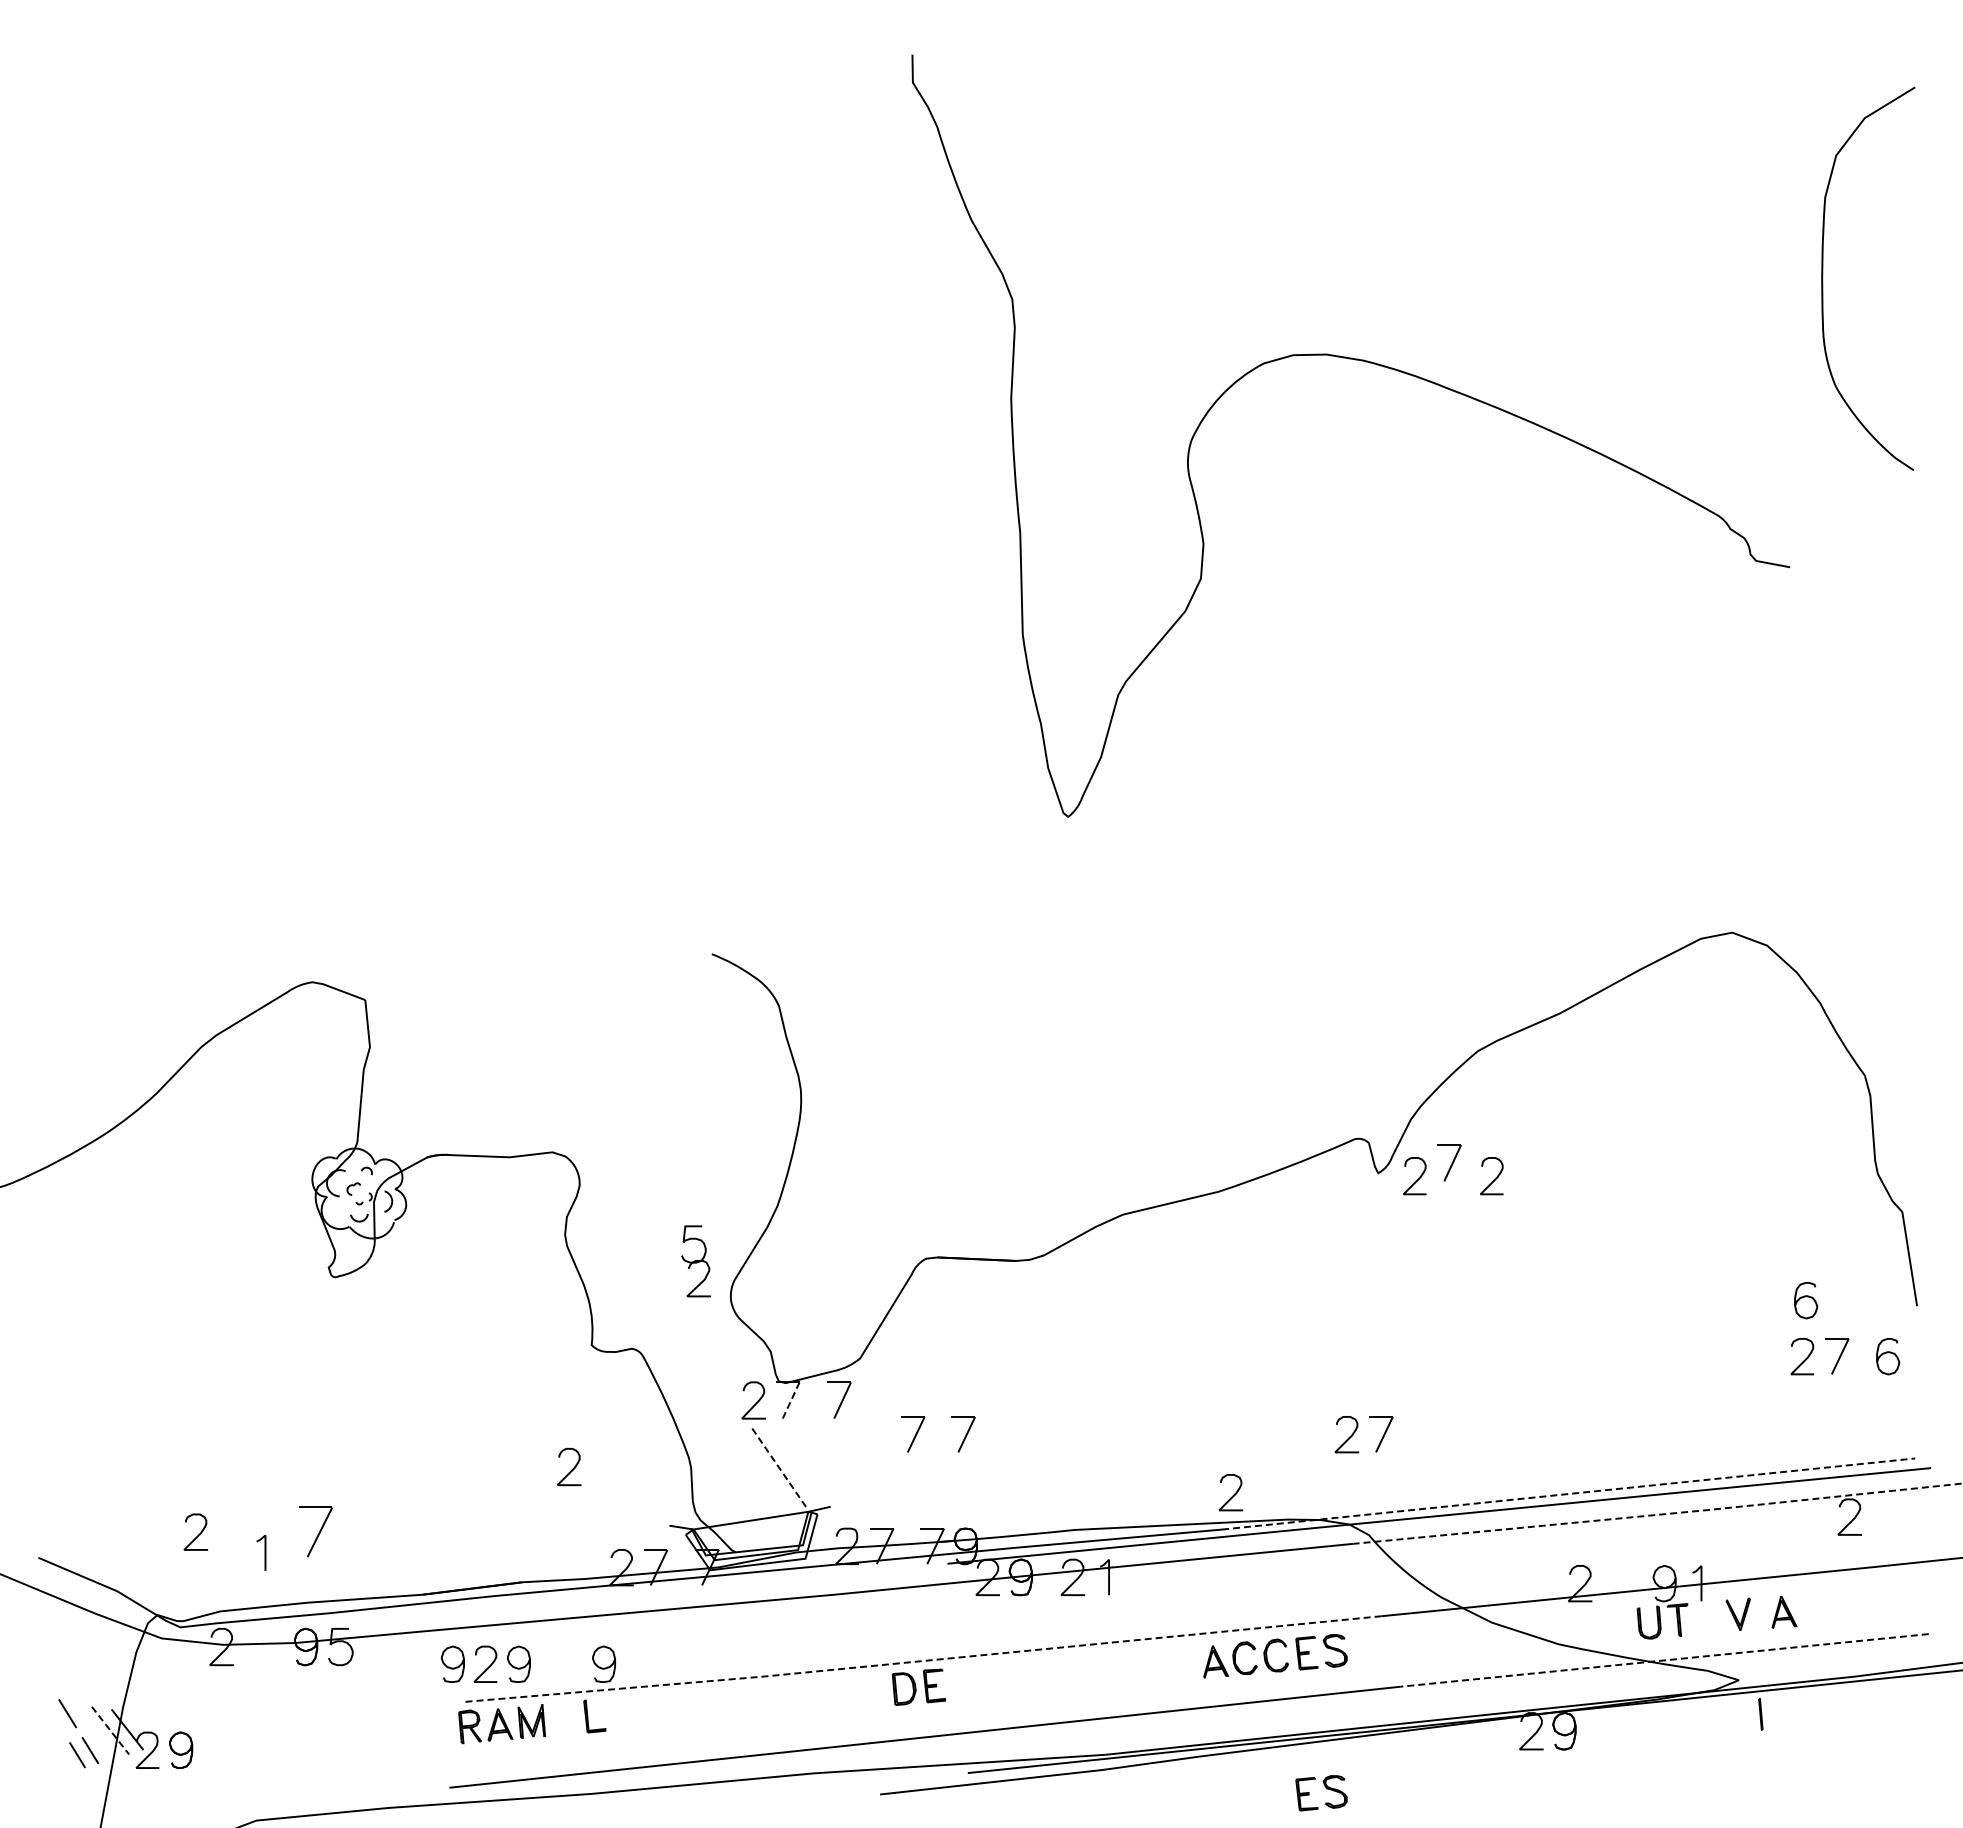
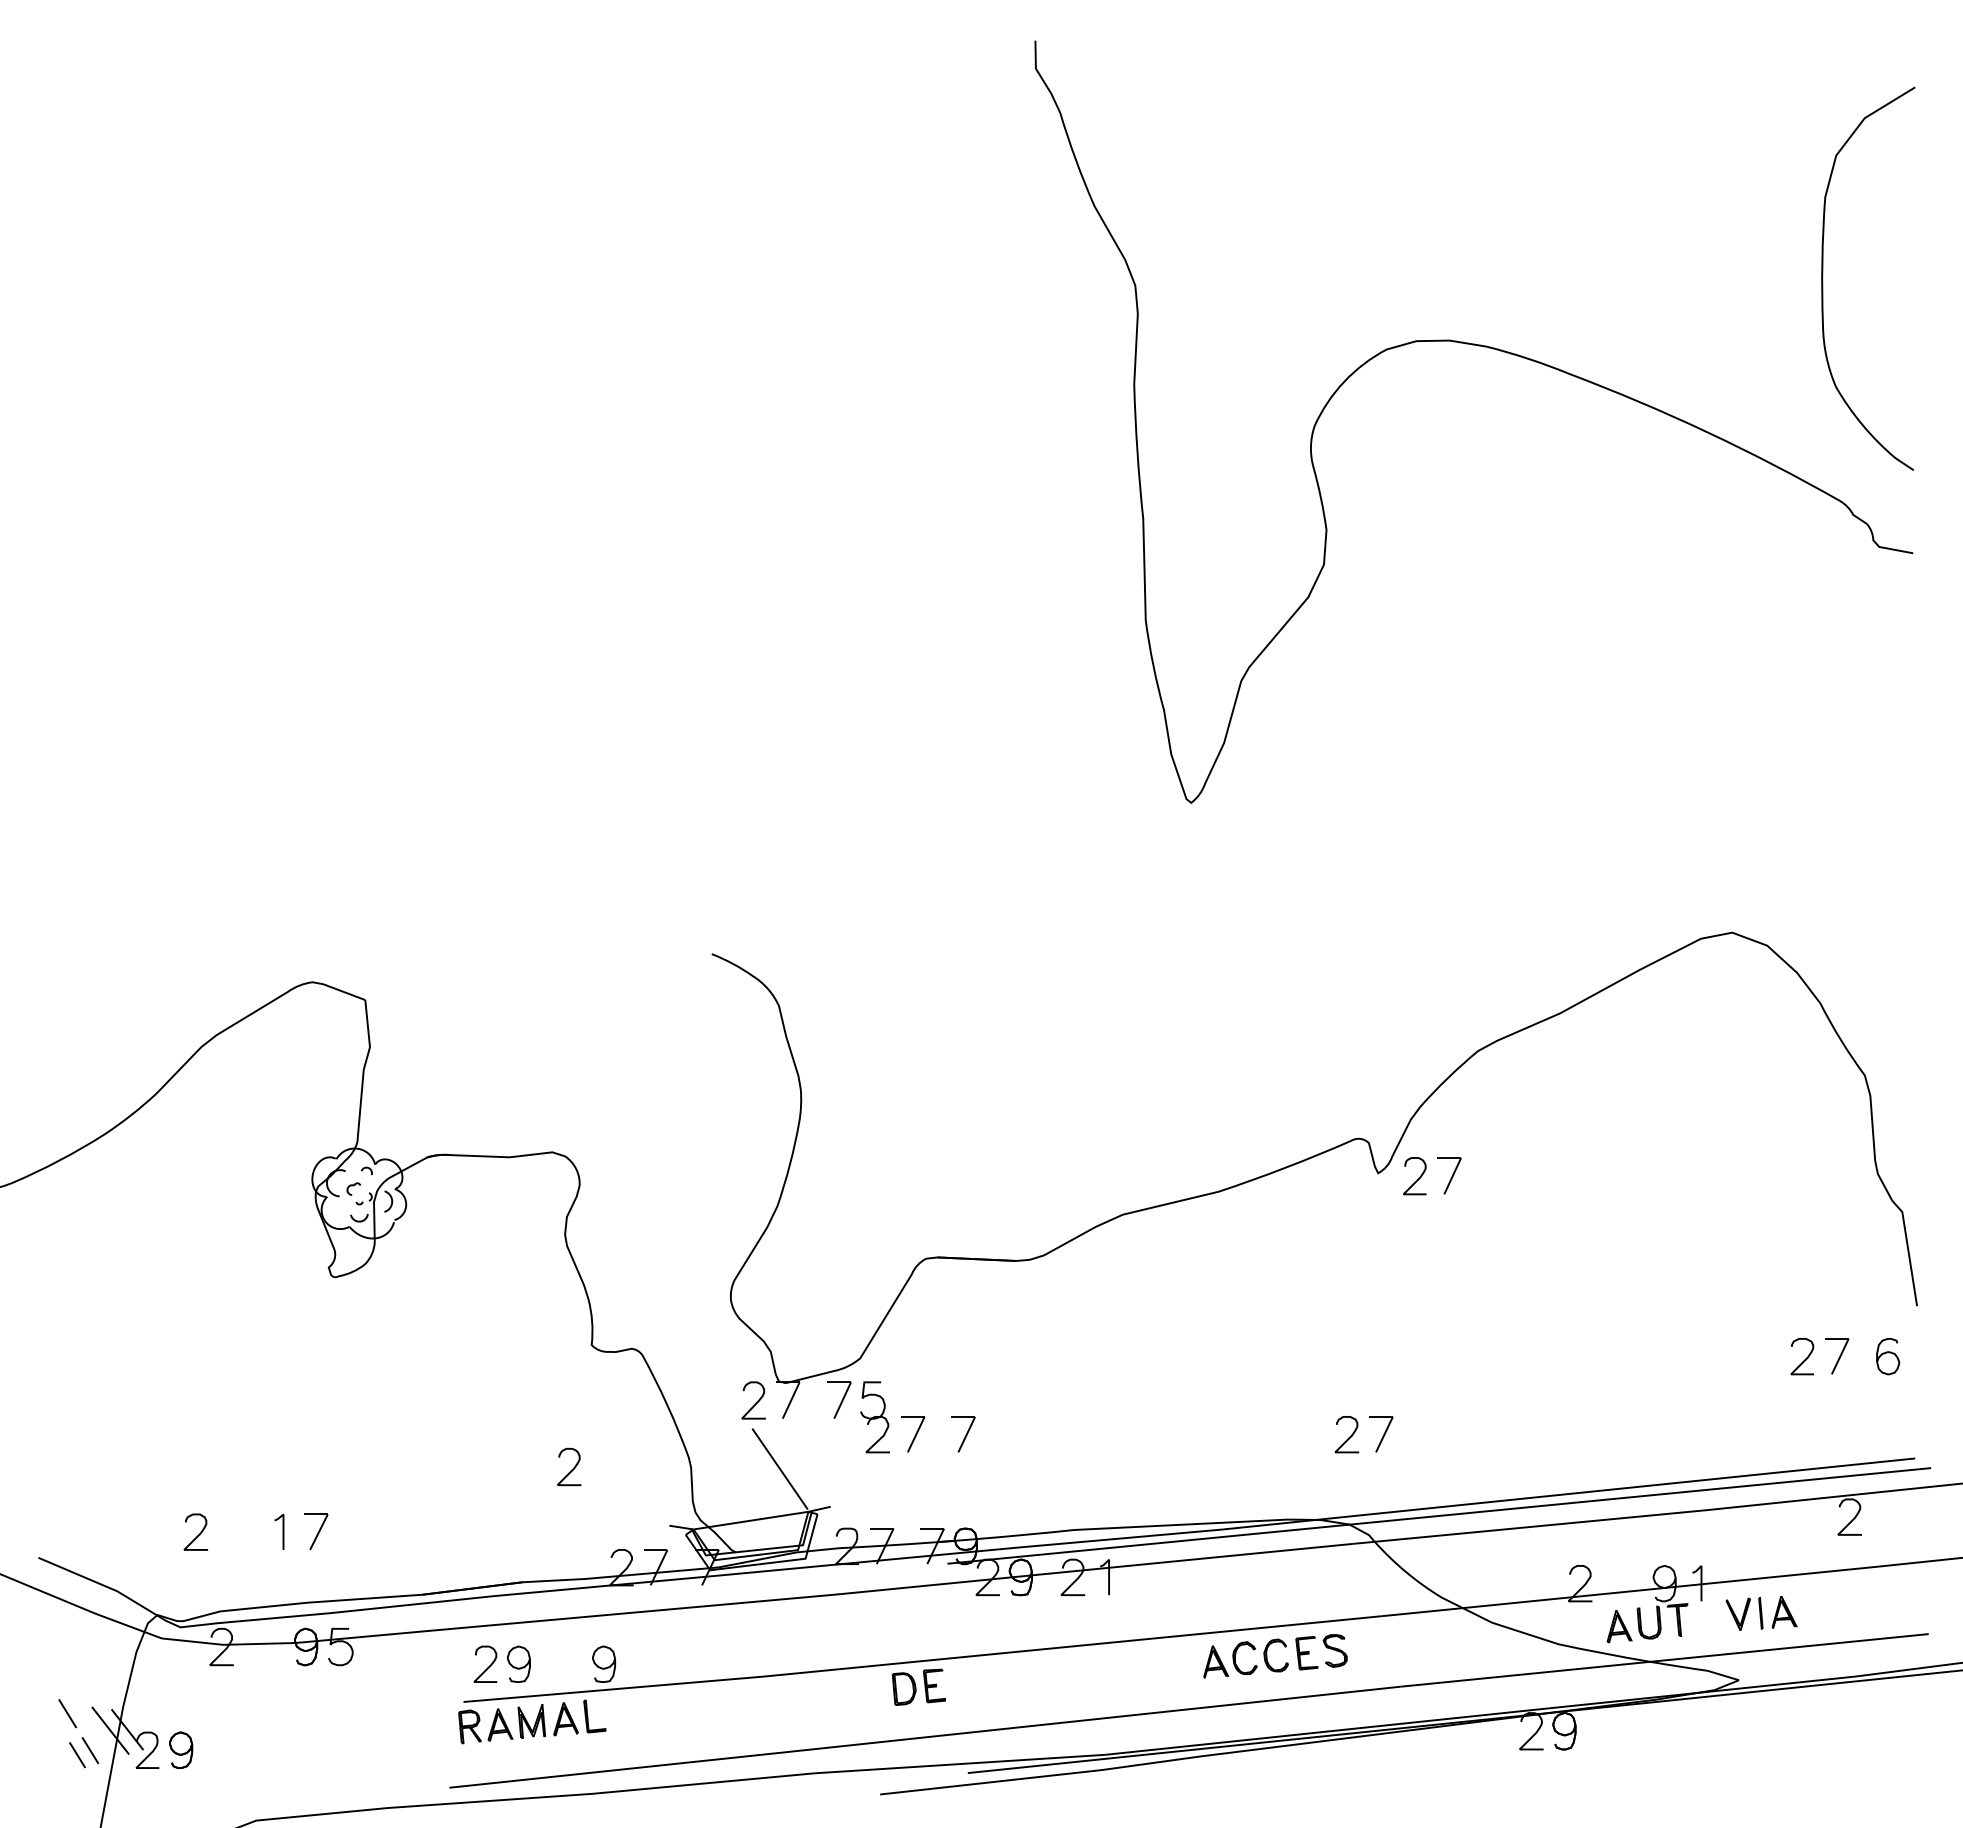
curve at (1369, 363) position: (1369, 363) -> (1492, 349)
part at (1449, 1162) position: (1449, 1162) -> (1449, 1175)
curve at (1494, 1178): present -> none
part at (695, 1261) position: (695, 1261) -> (874, 1417)
part at (1806, 1300): present -> none
line at (790, 1400): dashed -> solid
line at (780, 1469): dashed -> solid
curve at (1233, 1494): present -> none
line at (1568, 1494): dashed -> solid
line at (1658, 1514): dashed -> solid
part at (315, 1531) size: 34x52 px -> 25x38 px
line at (264, 1552) position: (264, 1552) -> (282, 1531)
part at (1619, 1626): none -> present
line at (1664, 1660): dashed -> solid
line at (922, 1661): dashed -> solid
part at (452, 1663): present -> none
line at (1760, 1714) position: (1760, 1714) -> (1760, 1613)
part at (565, 1719): none -> present
line at (111, 1731): dashed -> solid
part at (1325, 1788): present -> none
